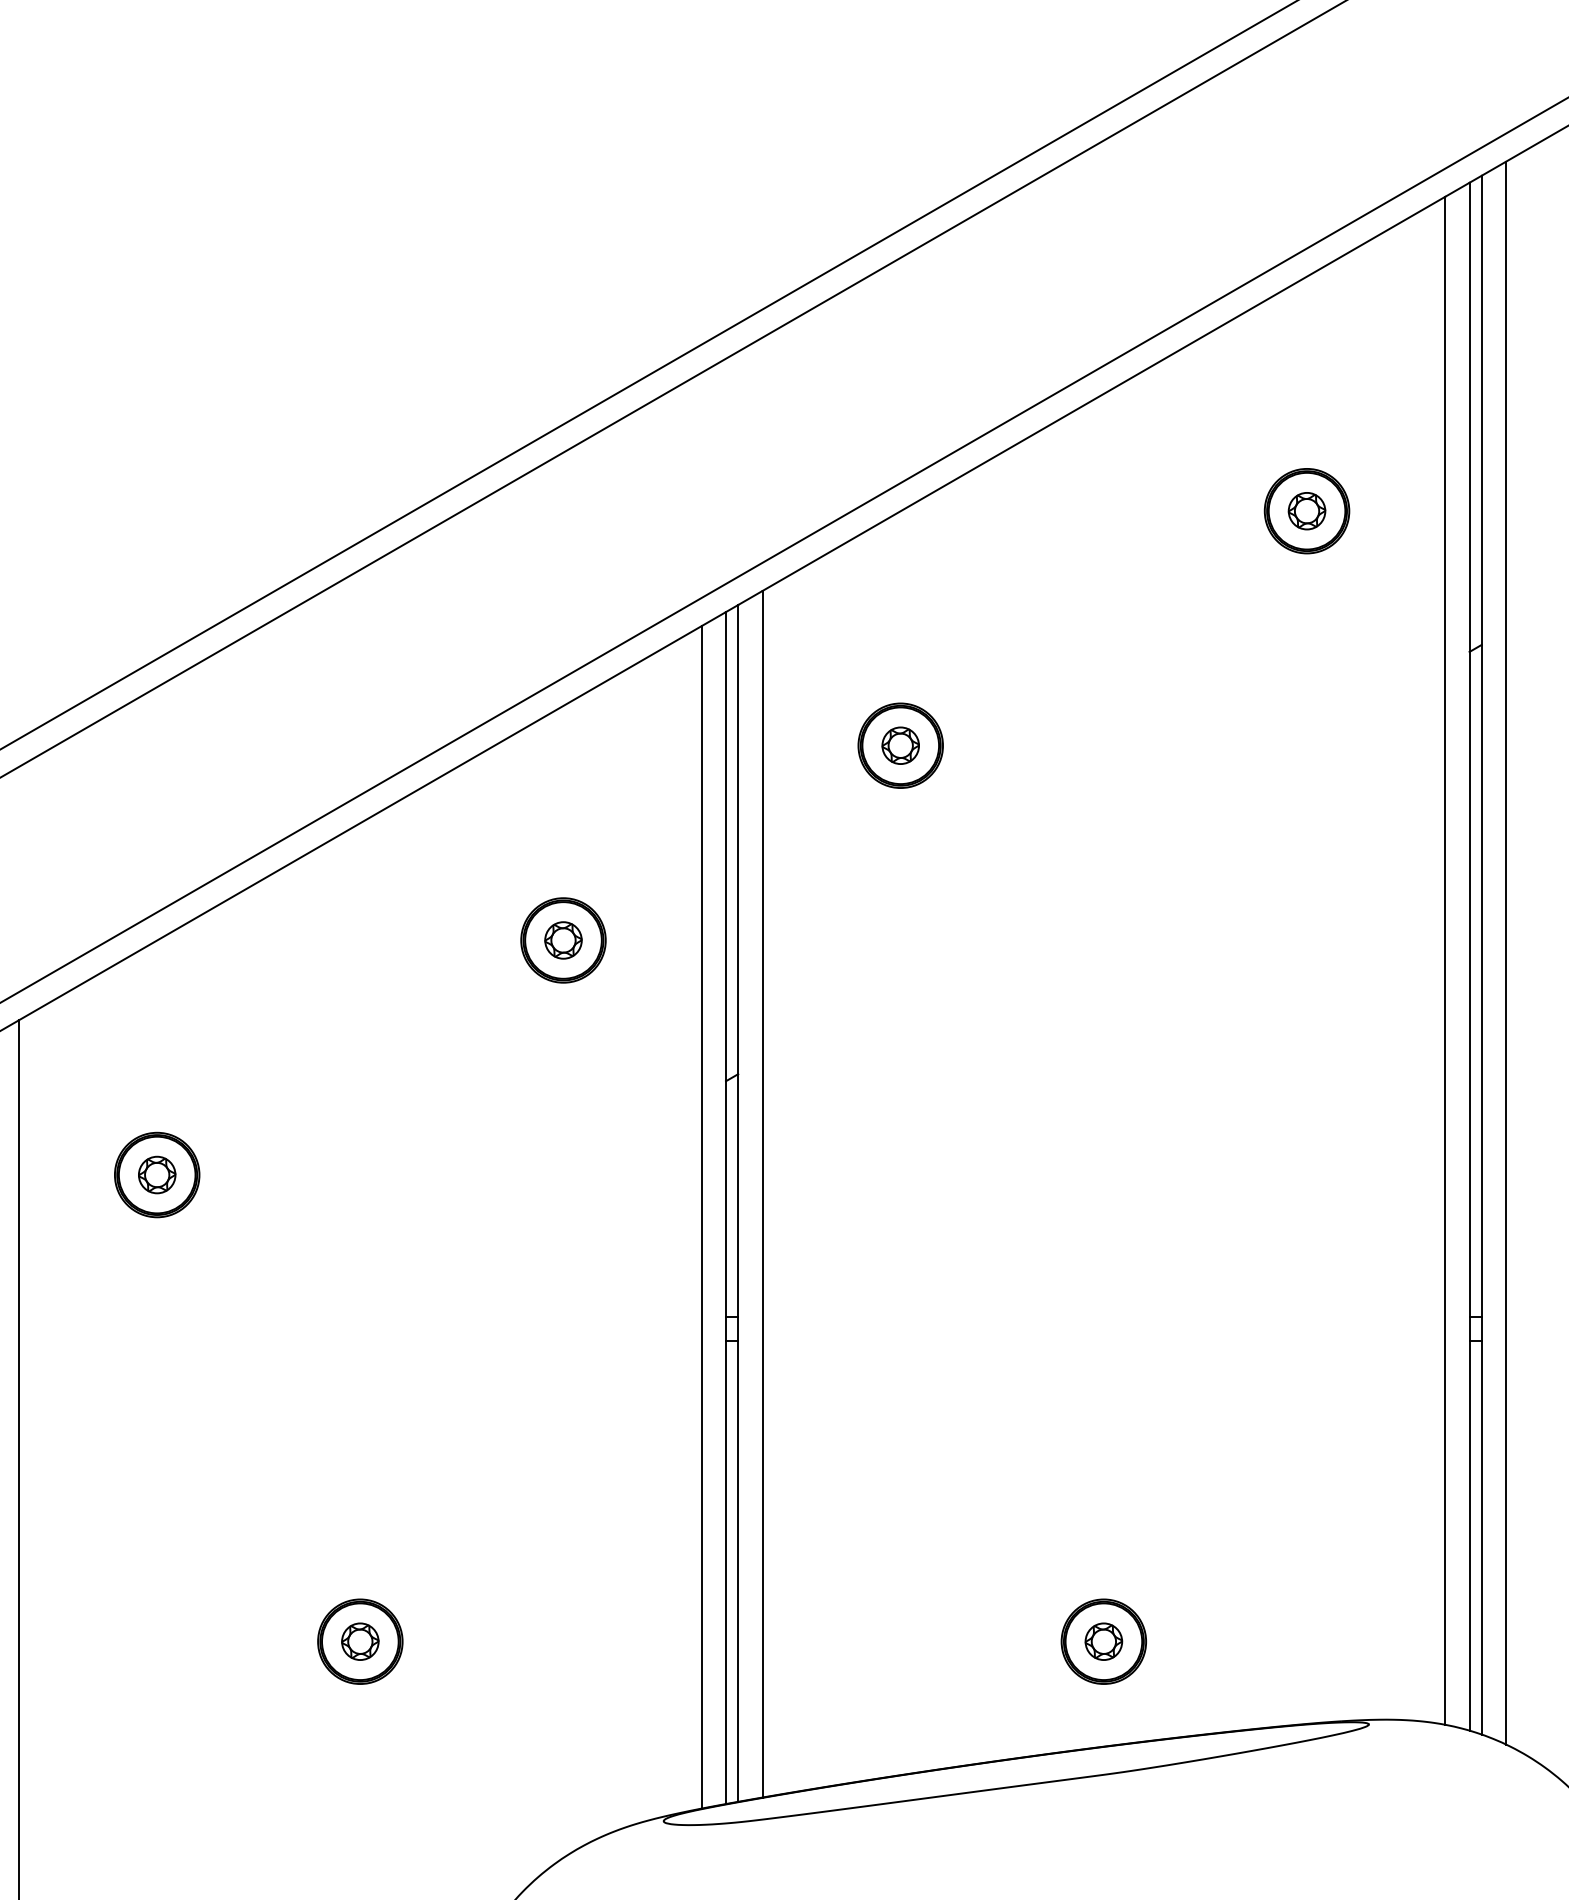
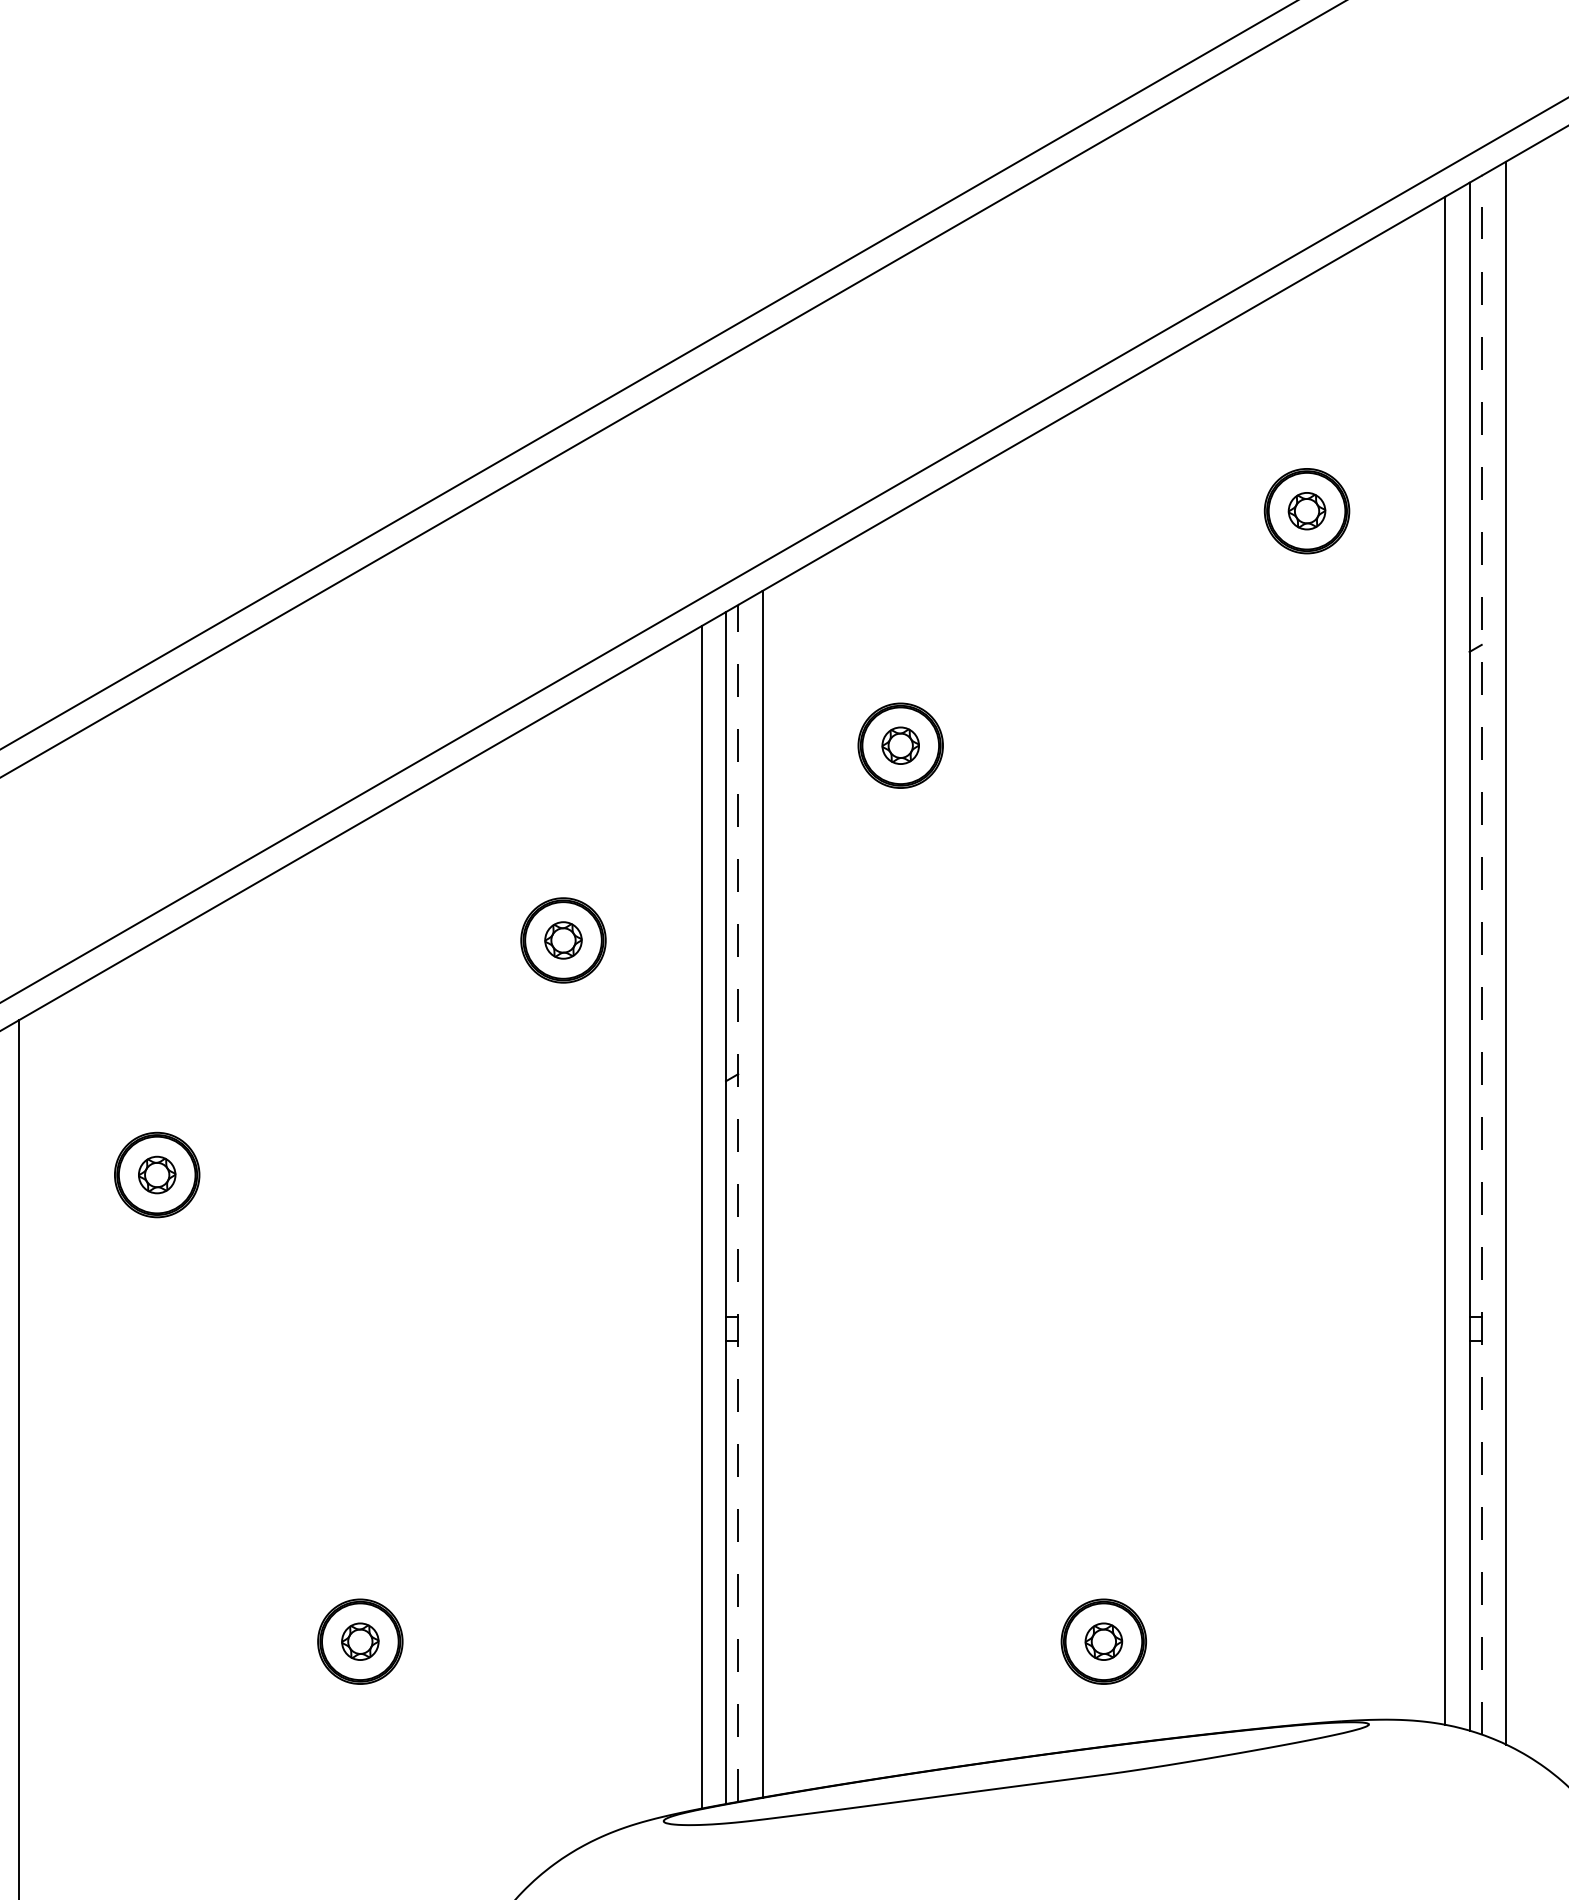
line at (1481, 954): solid -> dashed
line at (738, 1202): solid -> dashed
